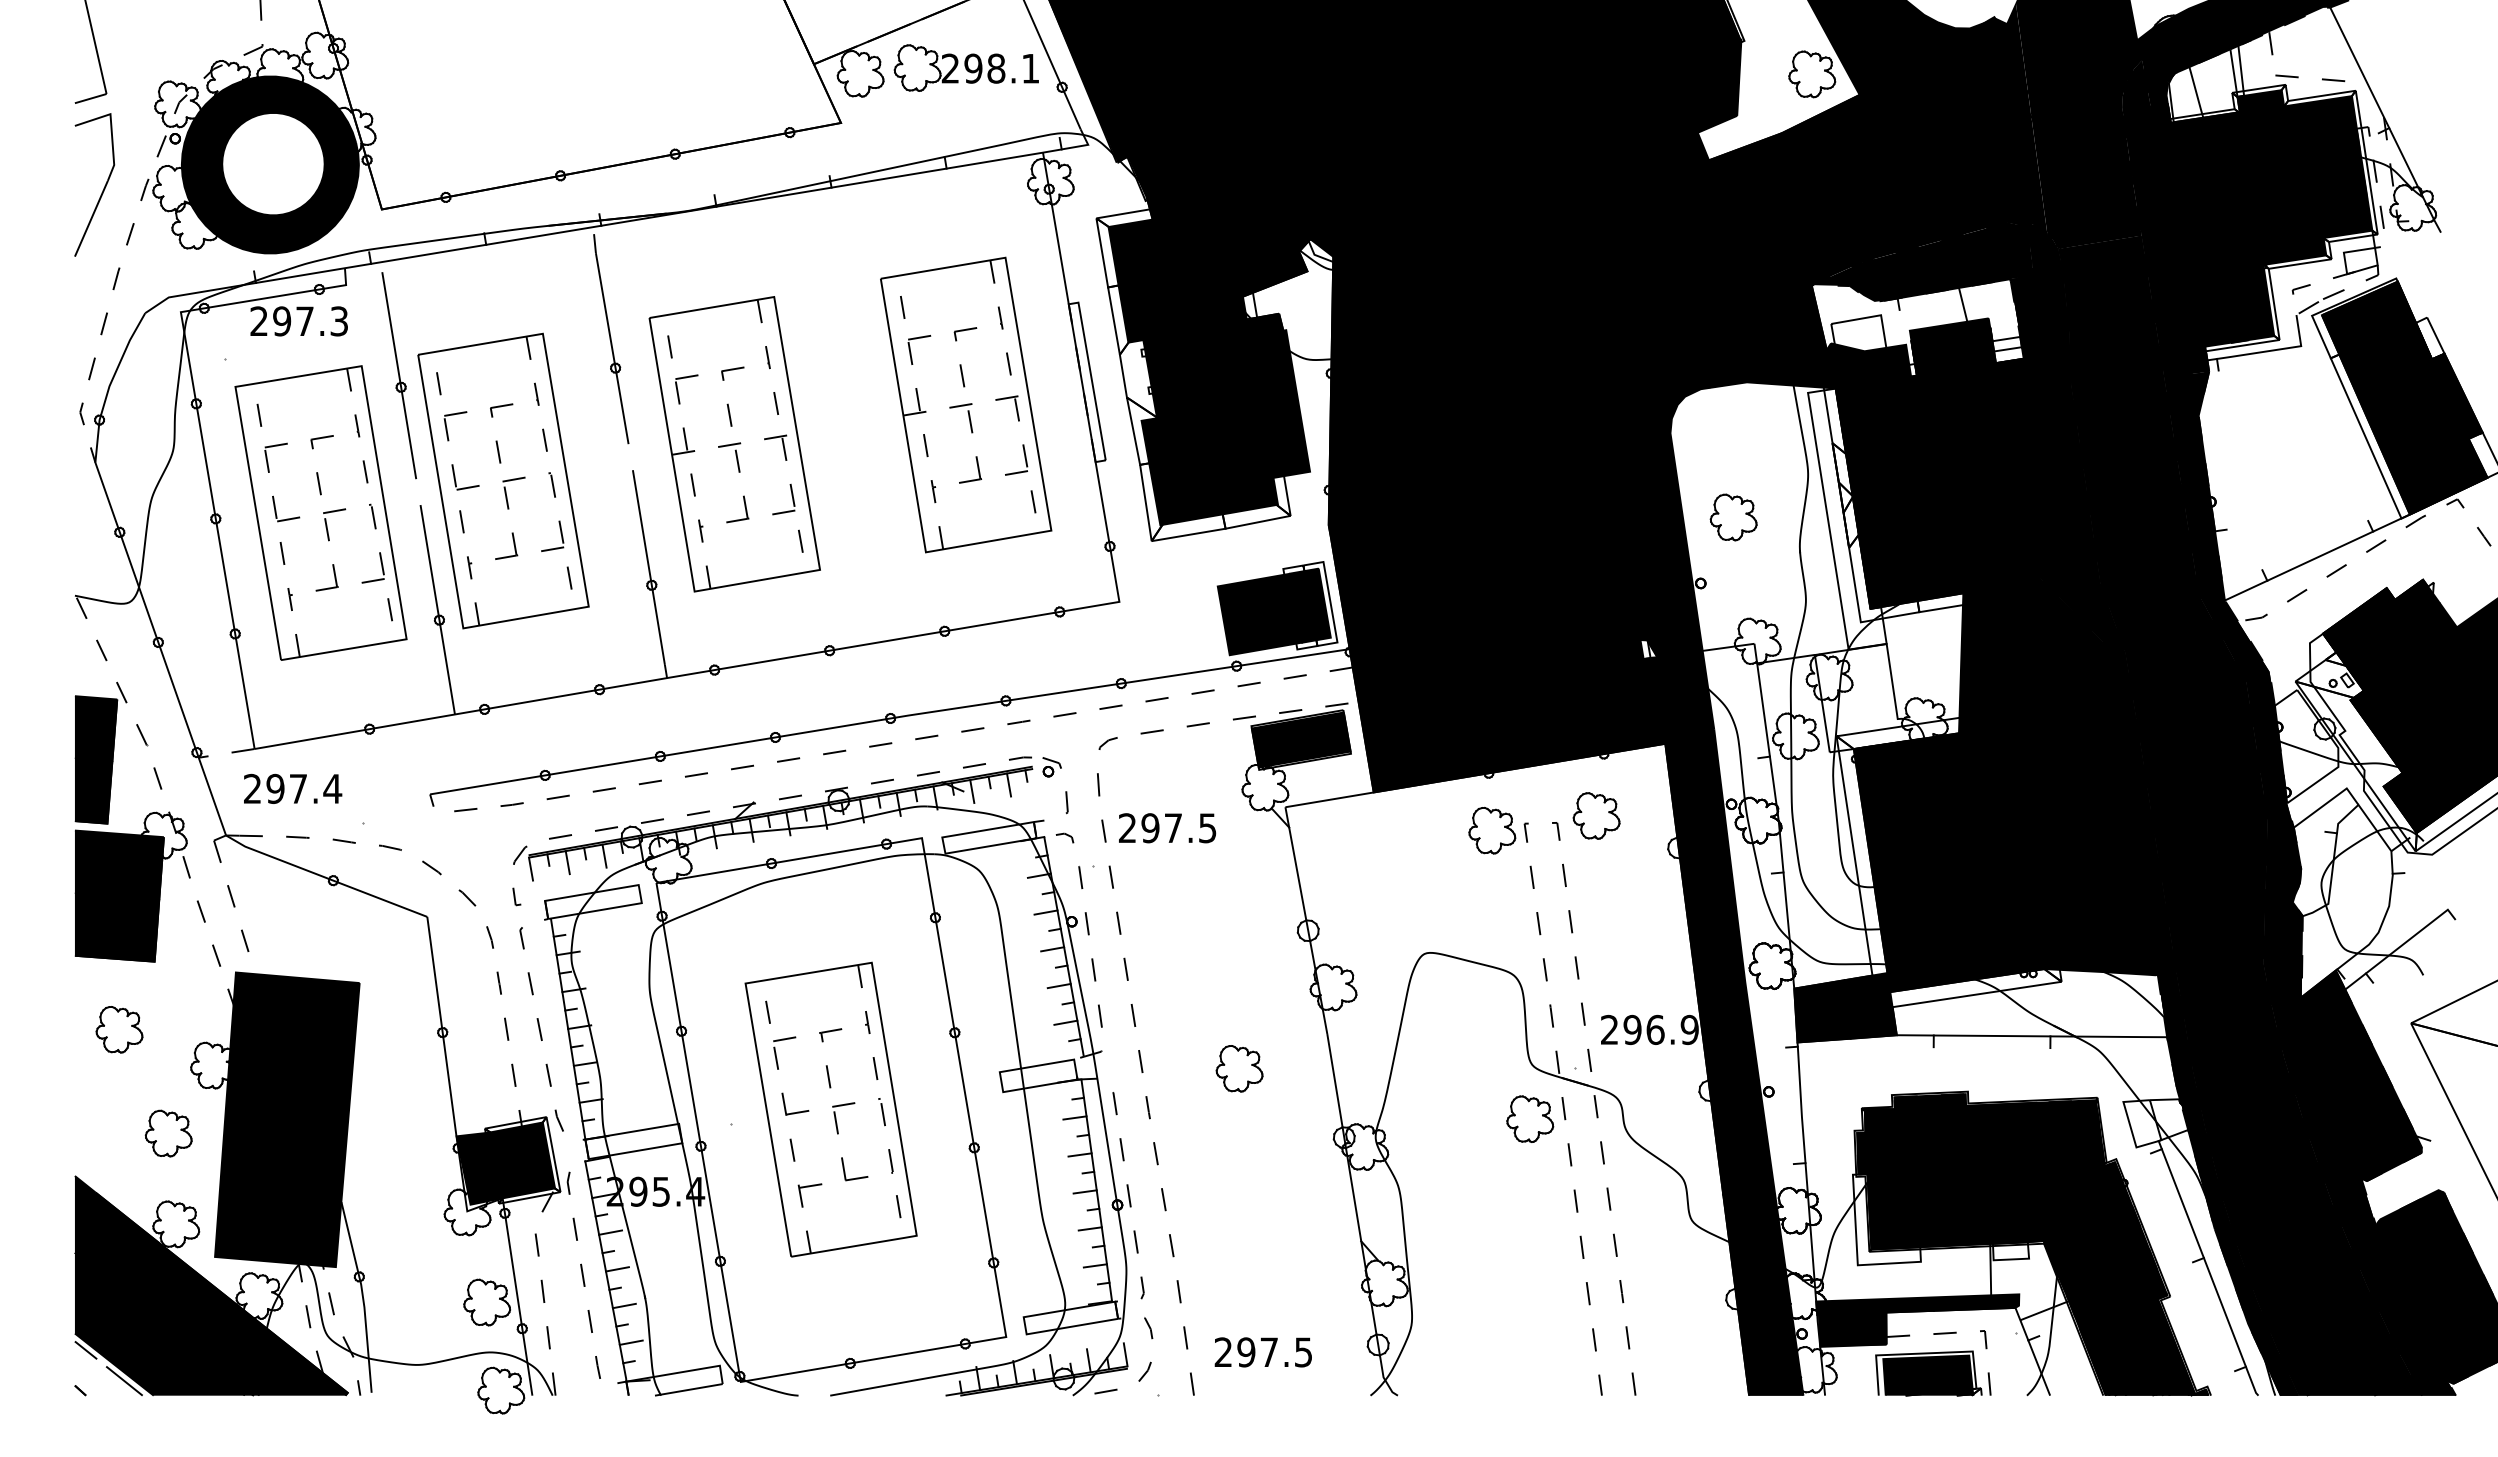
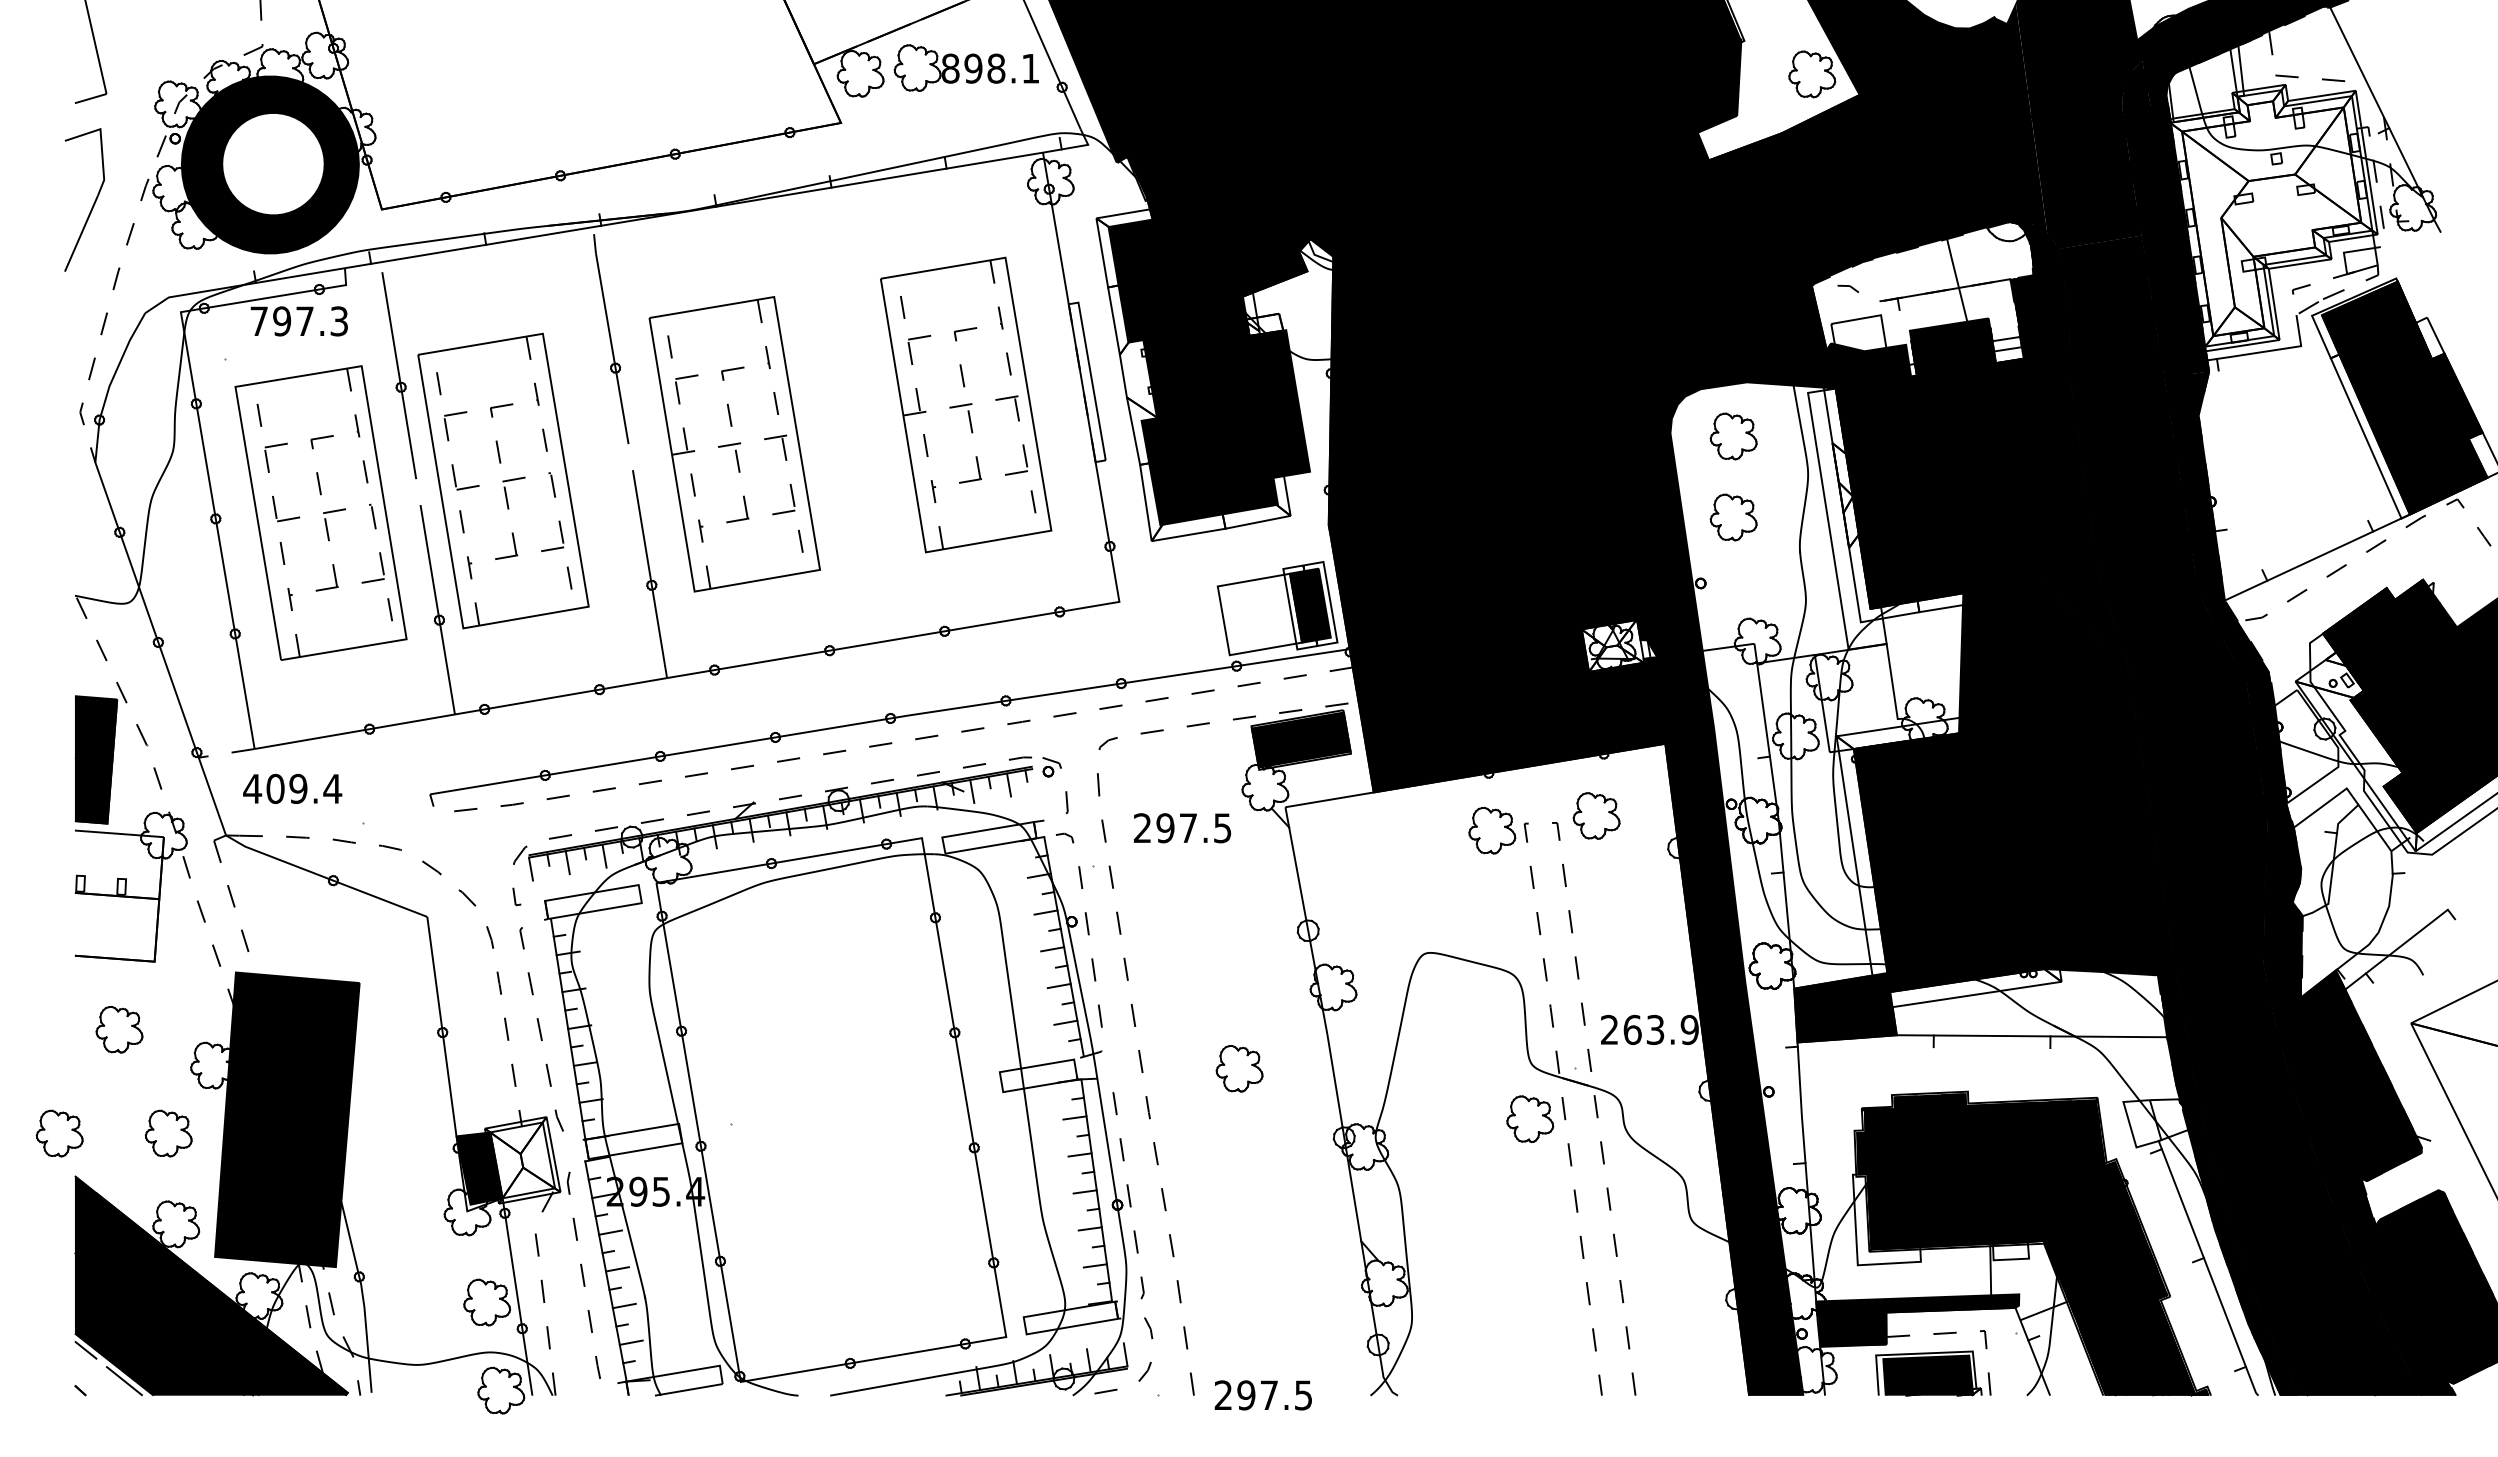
text at (950, 68): 298.1 -> 898.1
part at (103, 188) position: (103, 188) -> (93, 203)
fill at (2271, 218): present -> none
fill at (1922, 261): present -> none
text at (258, 320): 297.3 -> 797.3
fill at (1264, 324): present -> none
part at (1733, 436): none -> present
fill at (1259, 614): present -> none
fill at (1612, 645): present -> none
text at (275, 788): 297.4 -> 409.4
text at (1167, 828) position: (1167, 828) -> (1182, 828)
fill at (118, 895): present -> none
text at (1643, 1029): 296.9 -> 263.9
part at (830, 1109): present -> none
part at (59, 1133): none -> present
fill at (522, 1160): present -> none
text at (1262, 1352) position: (1262, 1352) -> (1262, 1395)
